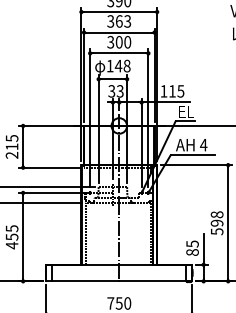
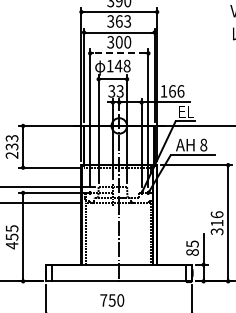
line at (119, 53): solid -> dashed
text at (176, 91): 115 -> 166
text at (11, 142): 215 -> 233
text at (203, 144): 4 -> 8
text at (216, 222): 598 -> 316
text at (119, 303) position: (119, 303) -> (112, 300)
